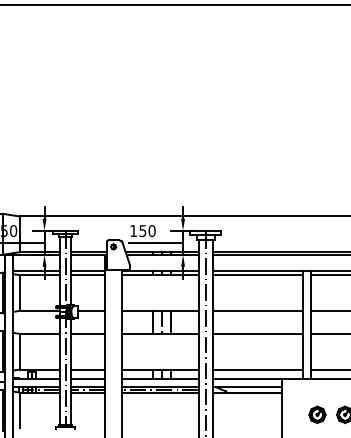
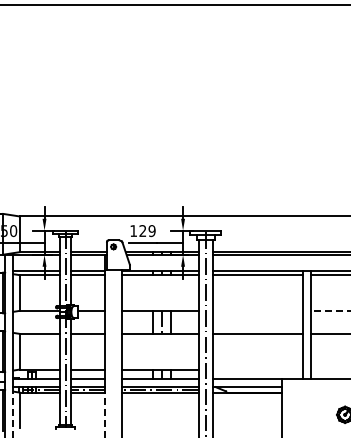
text at (147, 231): 150 -> 129
line at (257, 310): present -> none
line at (330, 310): solid -> dashed
line at (257, 369): present -> none
line at (328, 369): present -> none
line at (13, 412): solid -> dashed
line at (105, 412): solid -> dashed
part at (317, 414): present -> none
